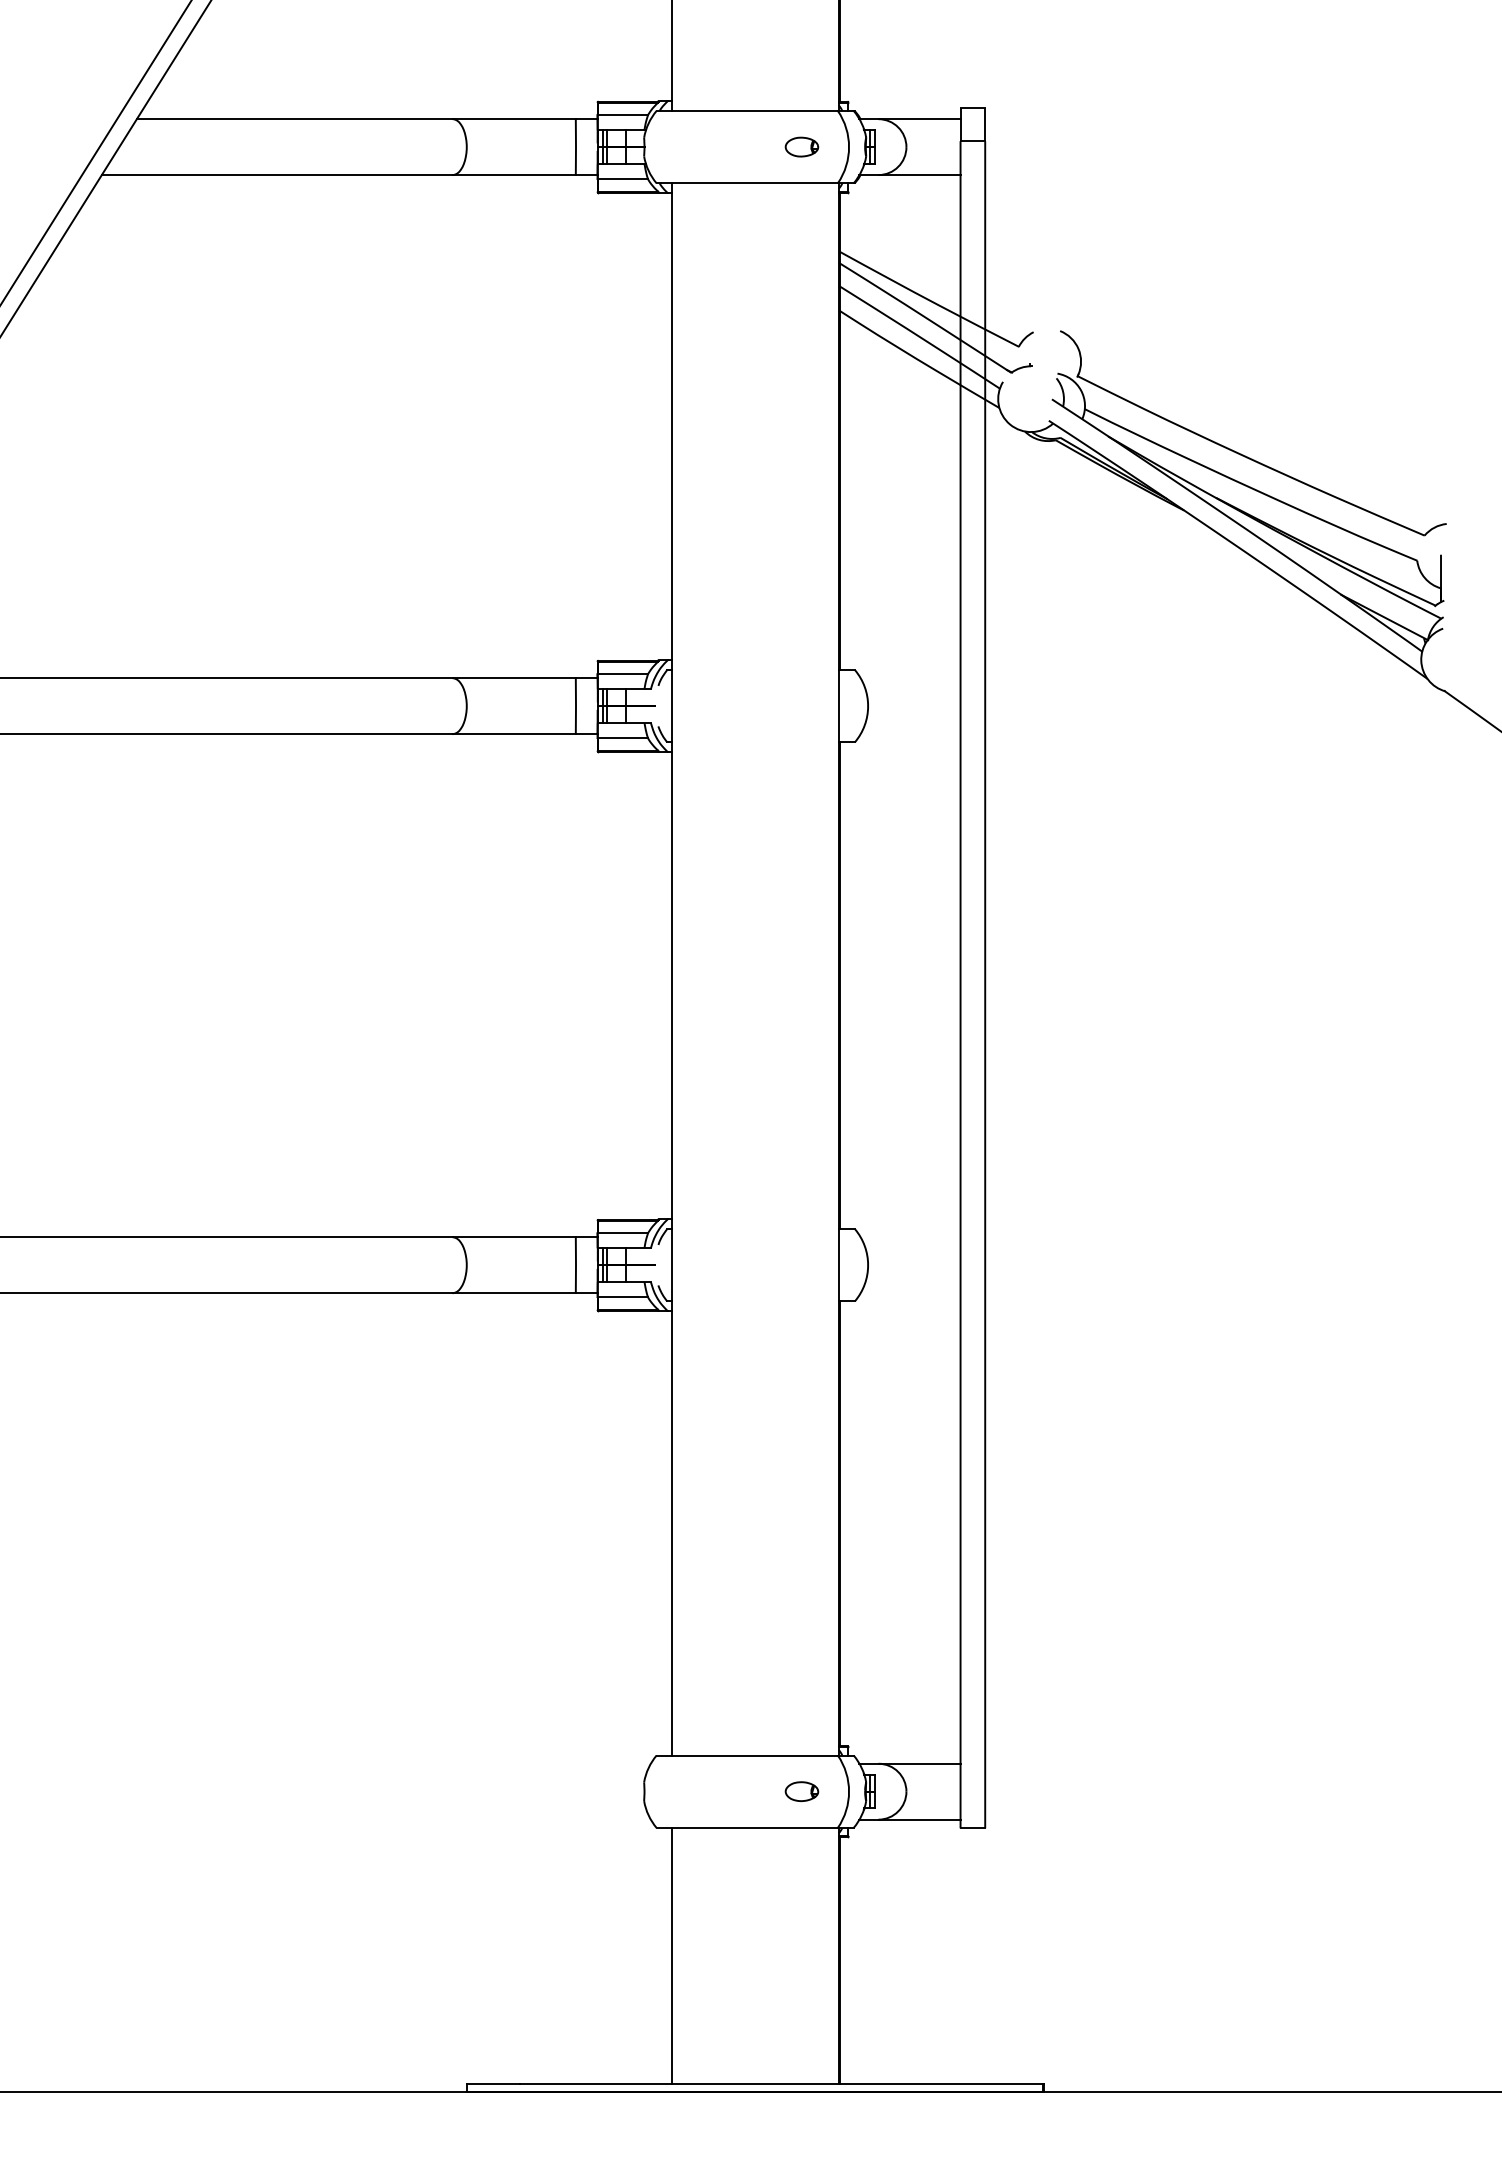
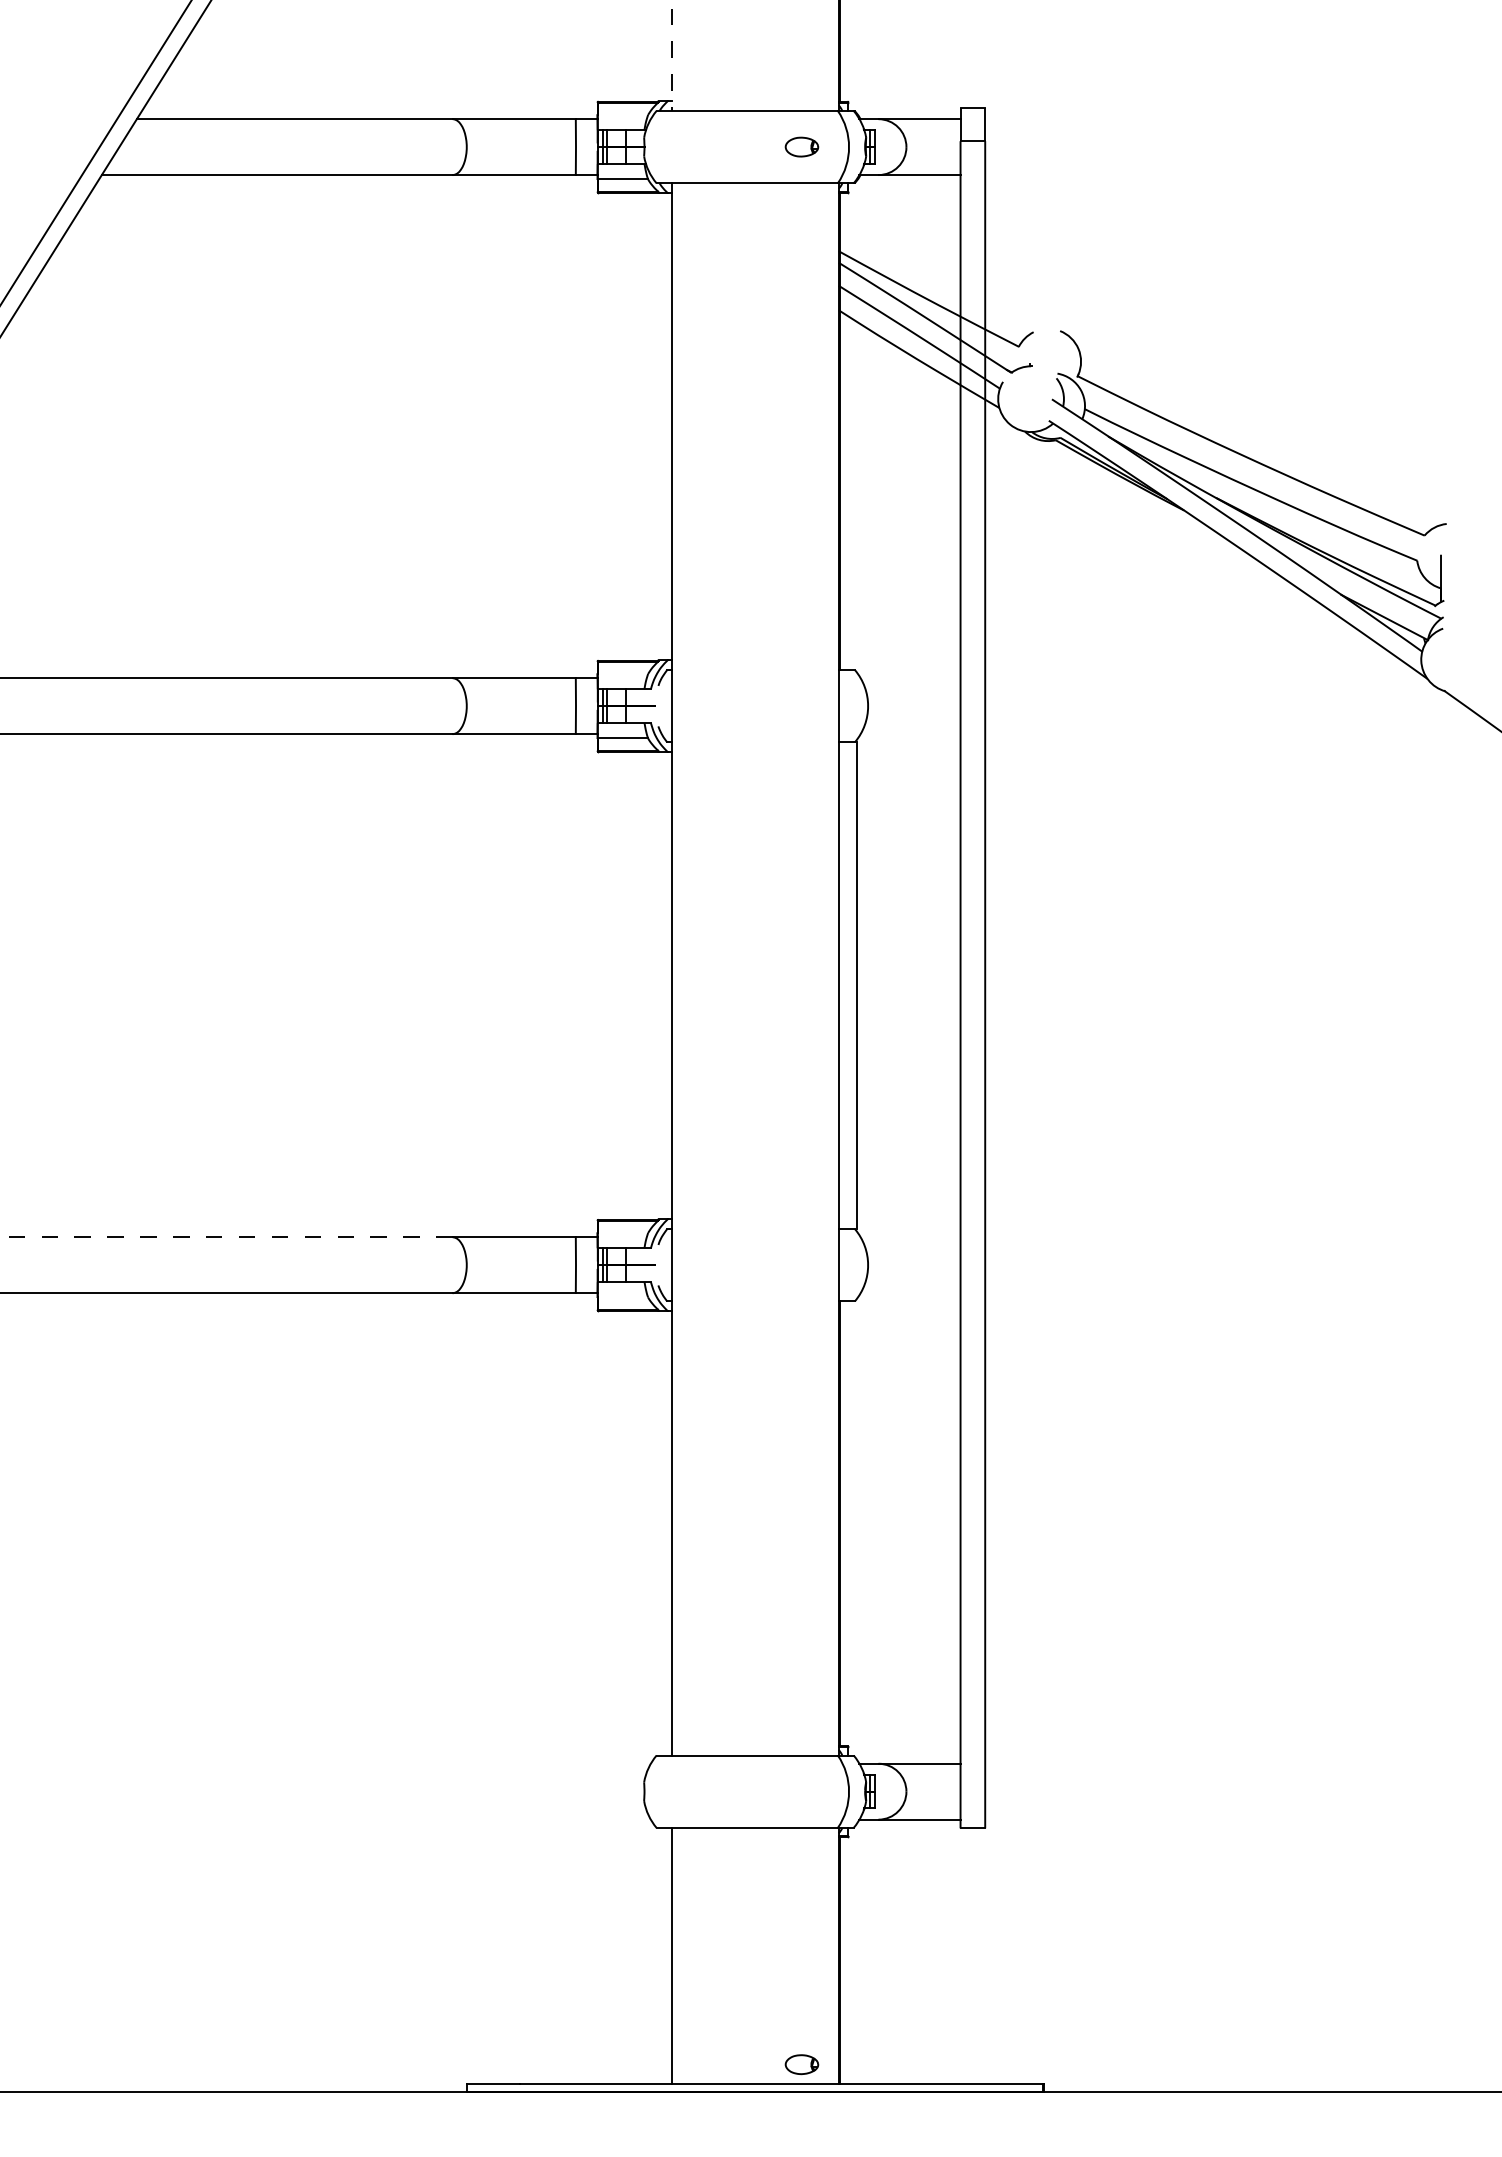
line at (671, 56): solid -> dashed
line at (623, 114): present -> none
line at (623, 673): present -> none
line at (839, 985) position: (839, 985) -> (856, 985)
line at (623, 1233): present -> none
line at (226, 1237): solid -> dashed
line at (623, 1297): present -> none
part at (801, 1791) position: (801, 1791) -> (801, 2064)
